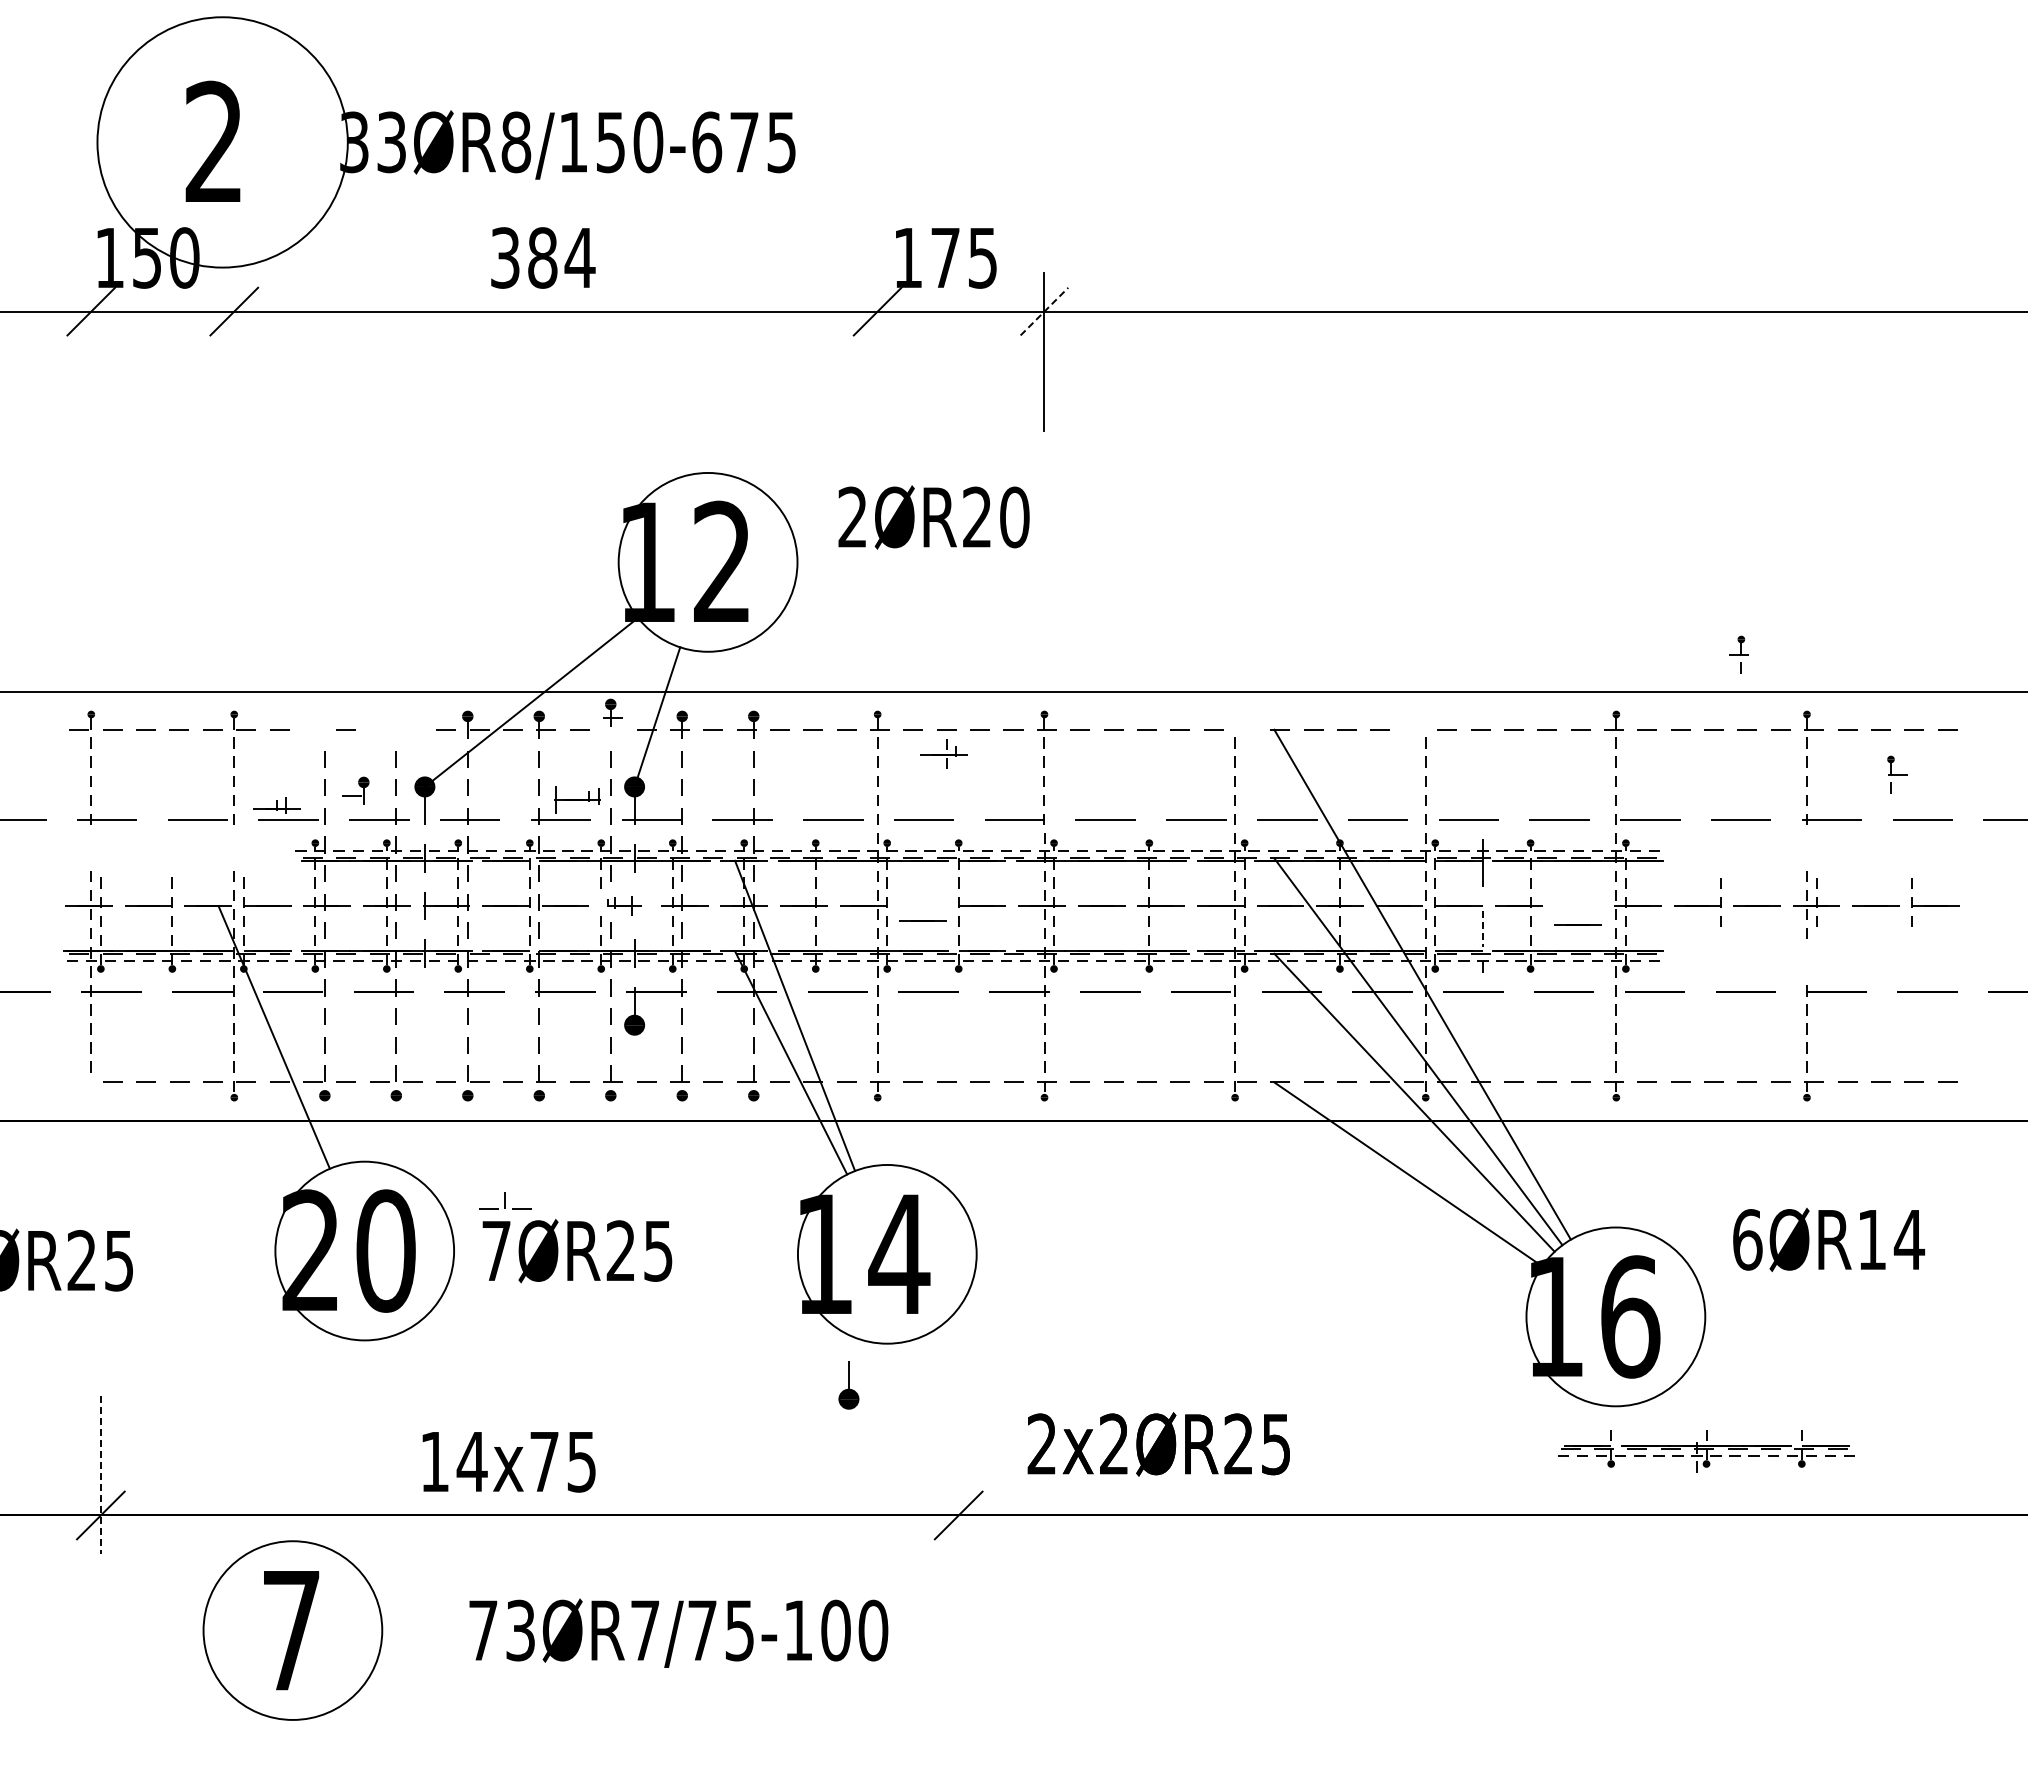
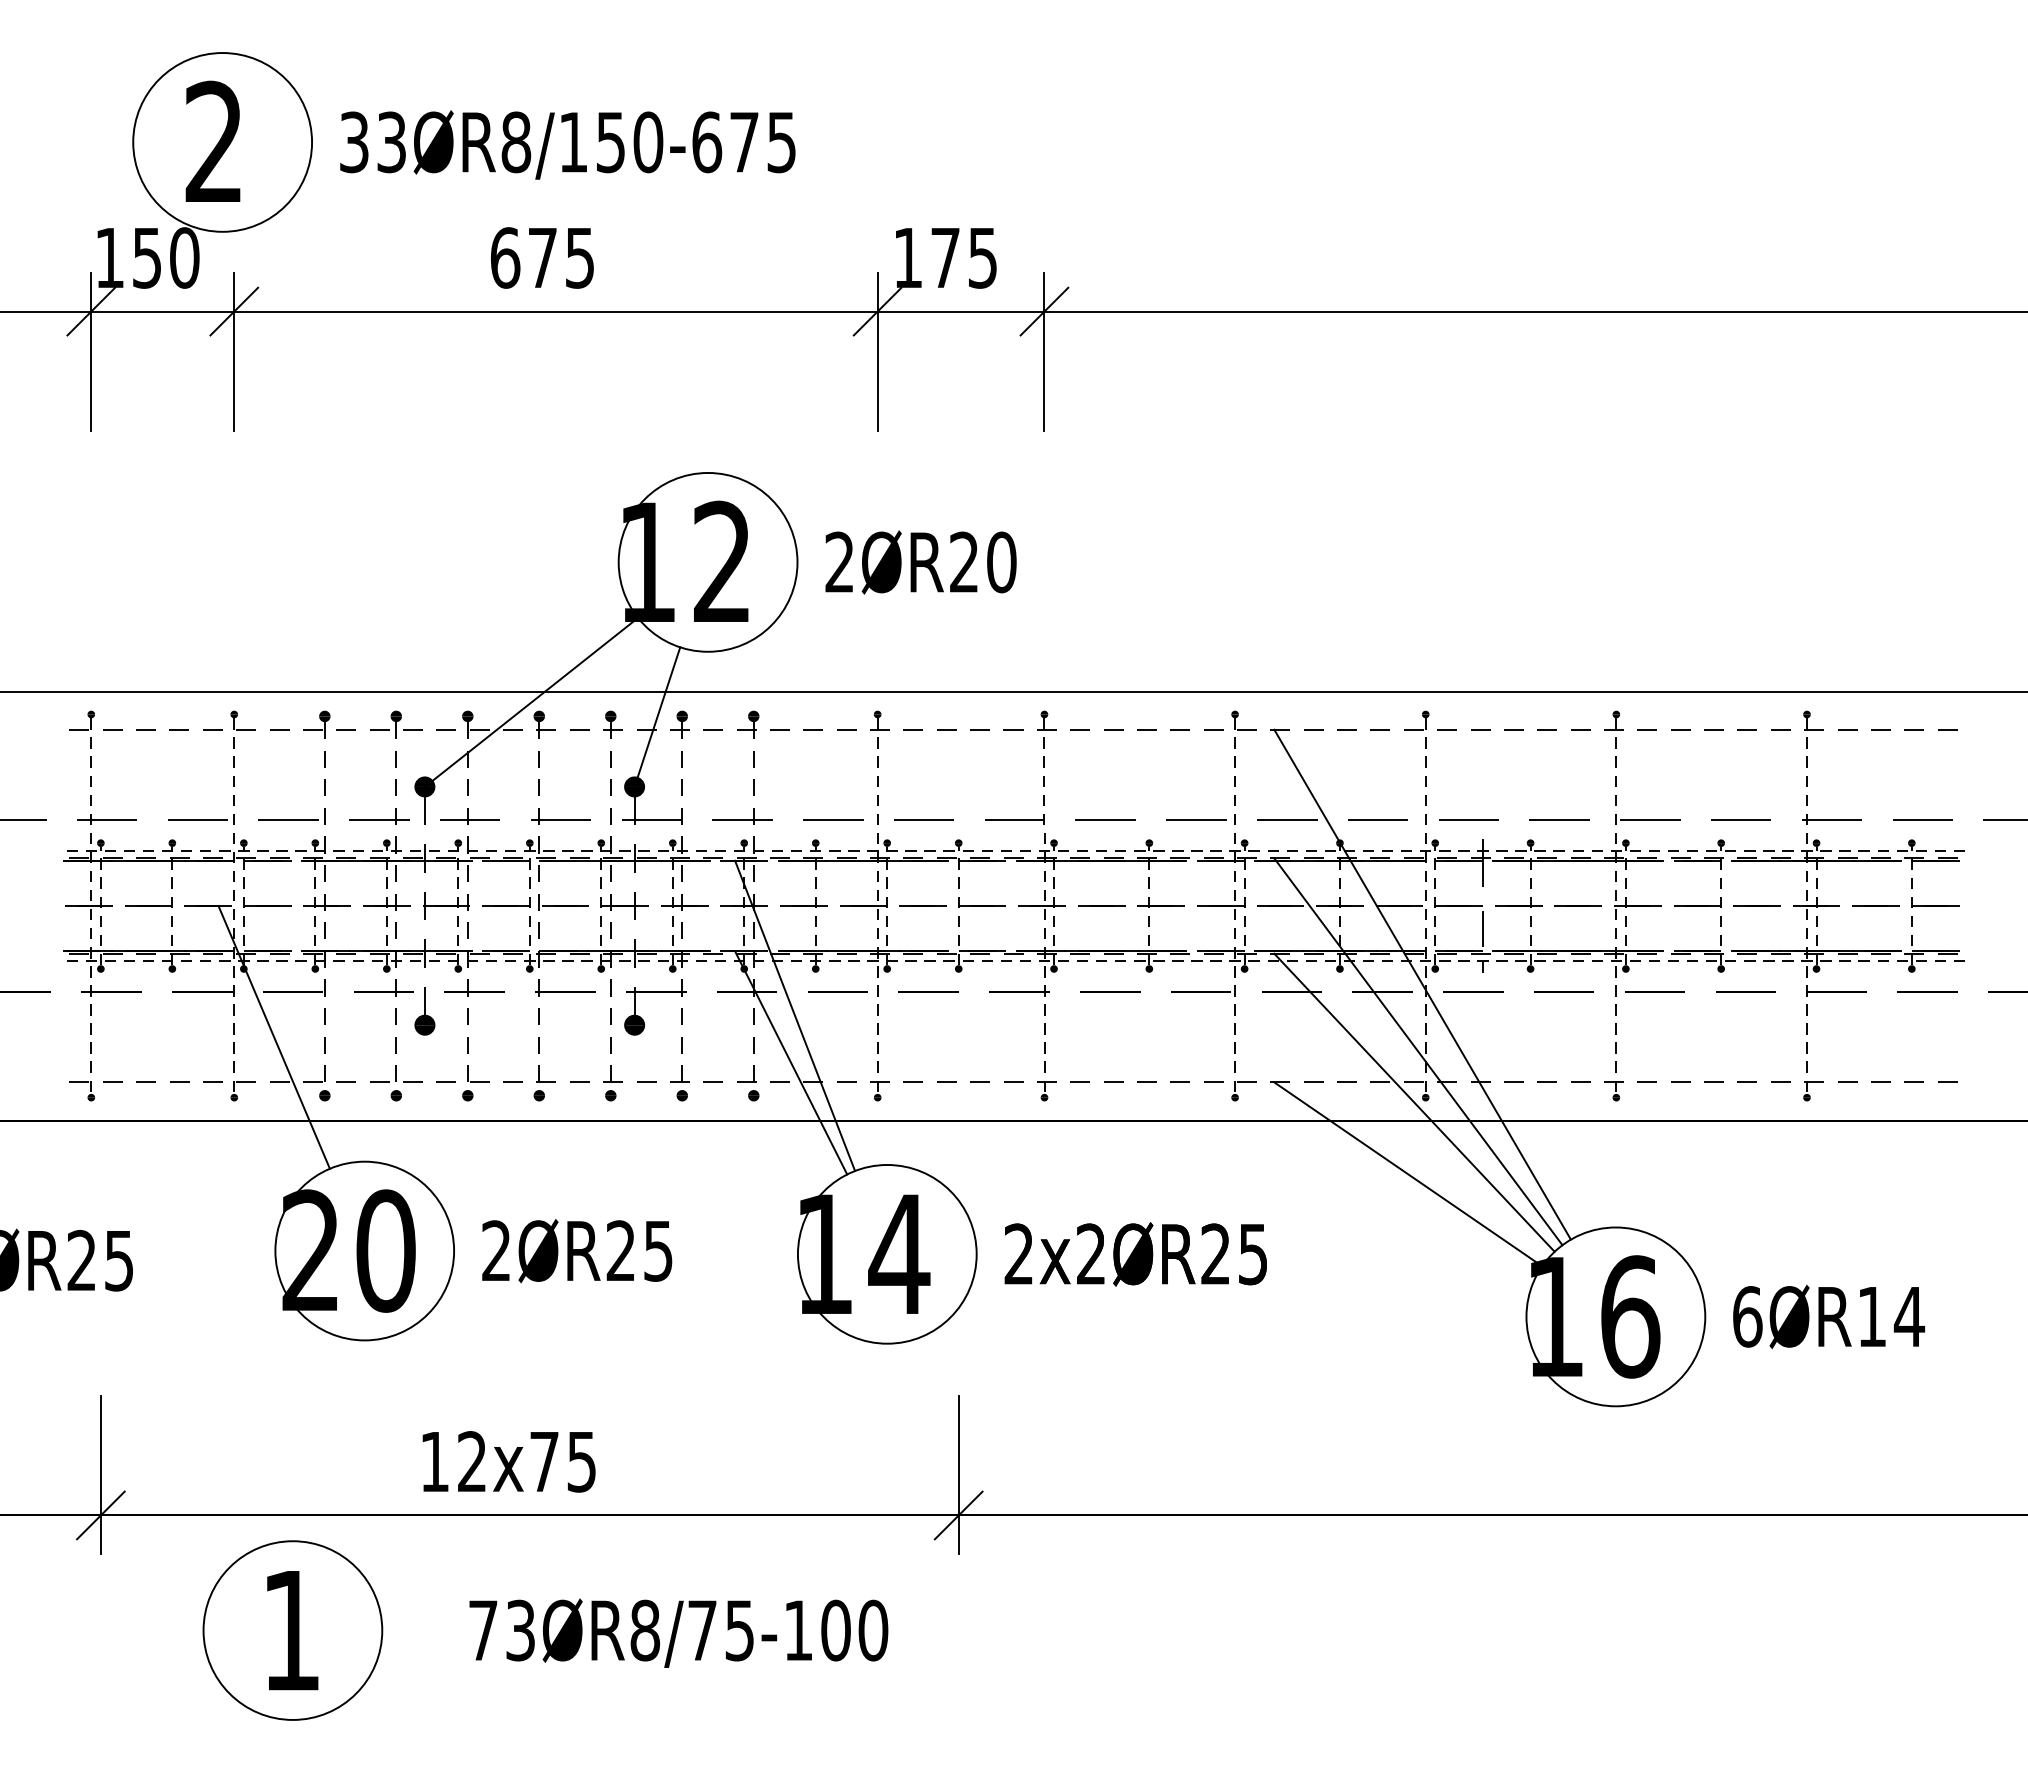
circle at (222, 142) diameter: 250 px -> 179 px
text at (542, 257): 384 -> 675
line at (1044, 311): dashed -> solid
line at (91, 351): none -> present
line at (234, 351): none -> present
line at (877, 351): none -> present
text at (933, 517) position: (933, 517) -> (920, 562)
part at (1738, 654): present -> none
part at (612, 712) position: (612, 712) -> (612, 724)
part at (1238, 716): none -> present
part at (1422, 716): none -> present
part at (396, 724): none -> present
part at (943, 753): present -> none
part at (1897, 774): present -> none
part at (355, 790) position: (355, 790) -> (316, 724)
part at (577, 799): present -> none
part at (276, 805): present -> none
part at (177, 851): none -> present
part at (1816, 851): none -> present
part at (624, 905) size: 35x20 px -> 49x28 px
line at (922, 920) position: (922, 920) -> (922, 905)
line at (1577, 924) position: (1577, 924) -> (1577, 905)
line at (1482, 928): dashed -> solid
part at (87, 1096): none -> present
part at (505, 1200): present -> none
text at (1829, 1239) position: (1829, 1239) -> (1829, 1316)
text at (496, 1250): 7ØR25 -> 2ØR25
part at (848, 1385) position: (848, 1385) -> (424, 1011)
text at (1158, 1444) position: (1158, 1444) -> (1135, 1254)
part at (1706, 1451) position: (1706, 1451) -> (1816, 956)
text at (471, 1461): 14x75 -> 12x75
line at (100, 1474): dashed -> solid
line at (958, 1474): none -> present
text at (291, 1630): 7 -> 1
text at (645, 1630): 73ØR7/75-100 -> 73ØR8/75-100
